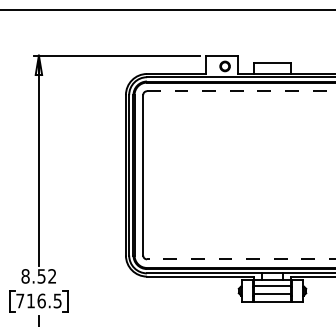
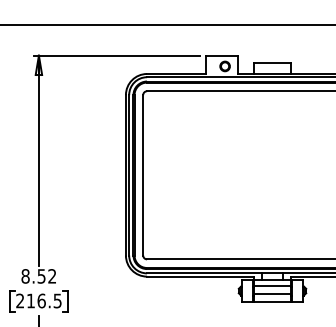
line at (167, 10) position: (167, 10) -> (167, 25)
line at (241, 91): dashed -> solid
line at (241, 259): dashed -> solid
text at (20, 300): 716.5 -> 216.5
